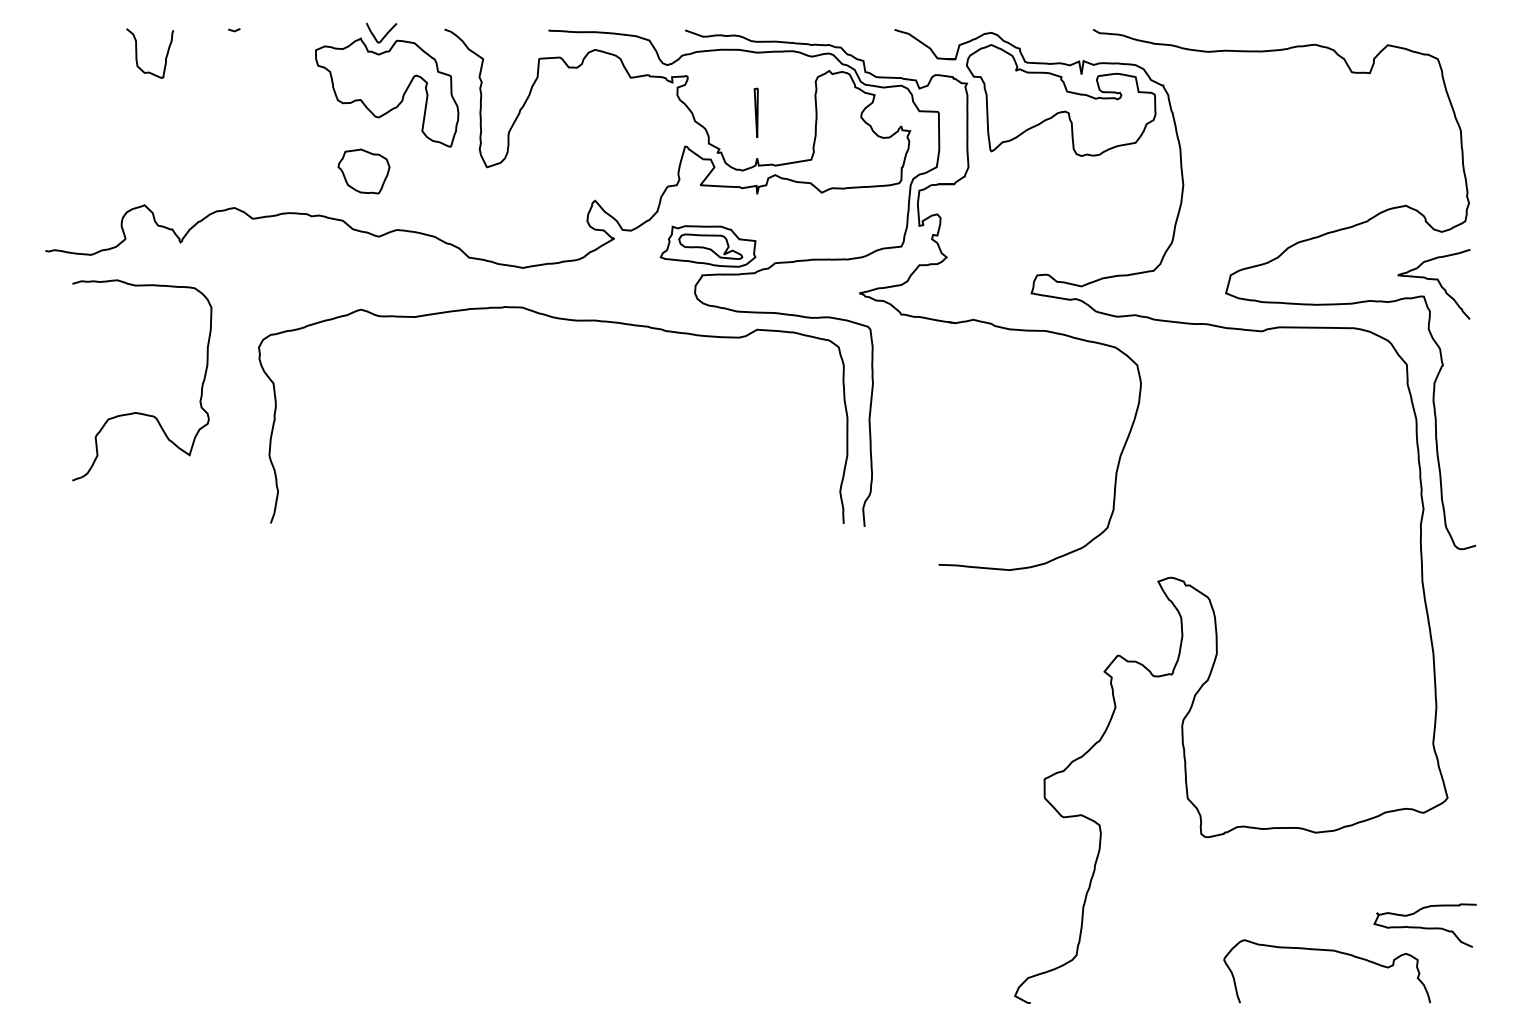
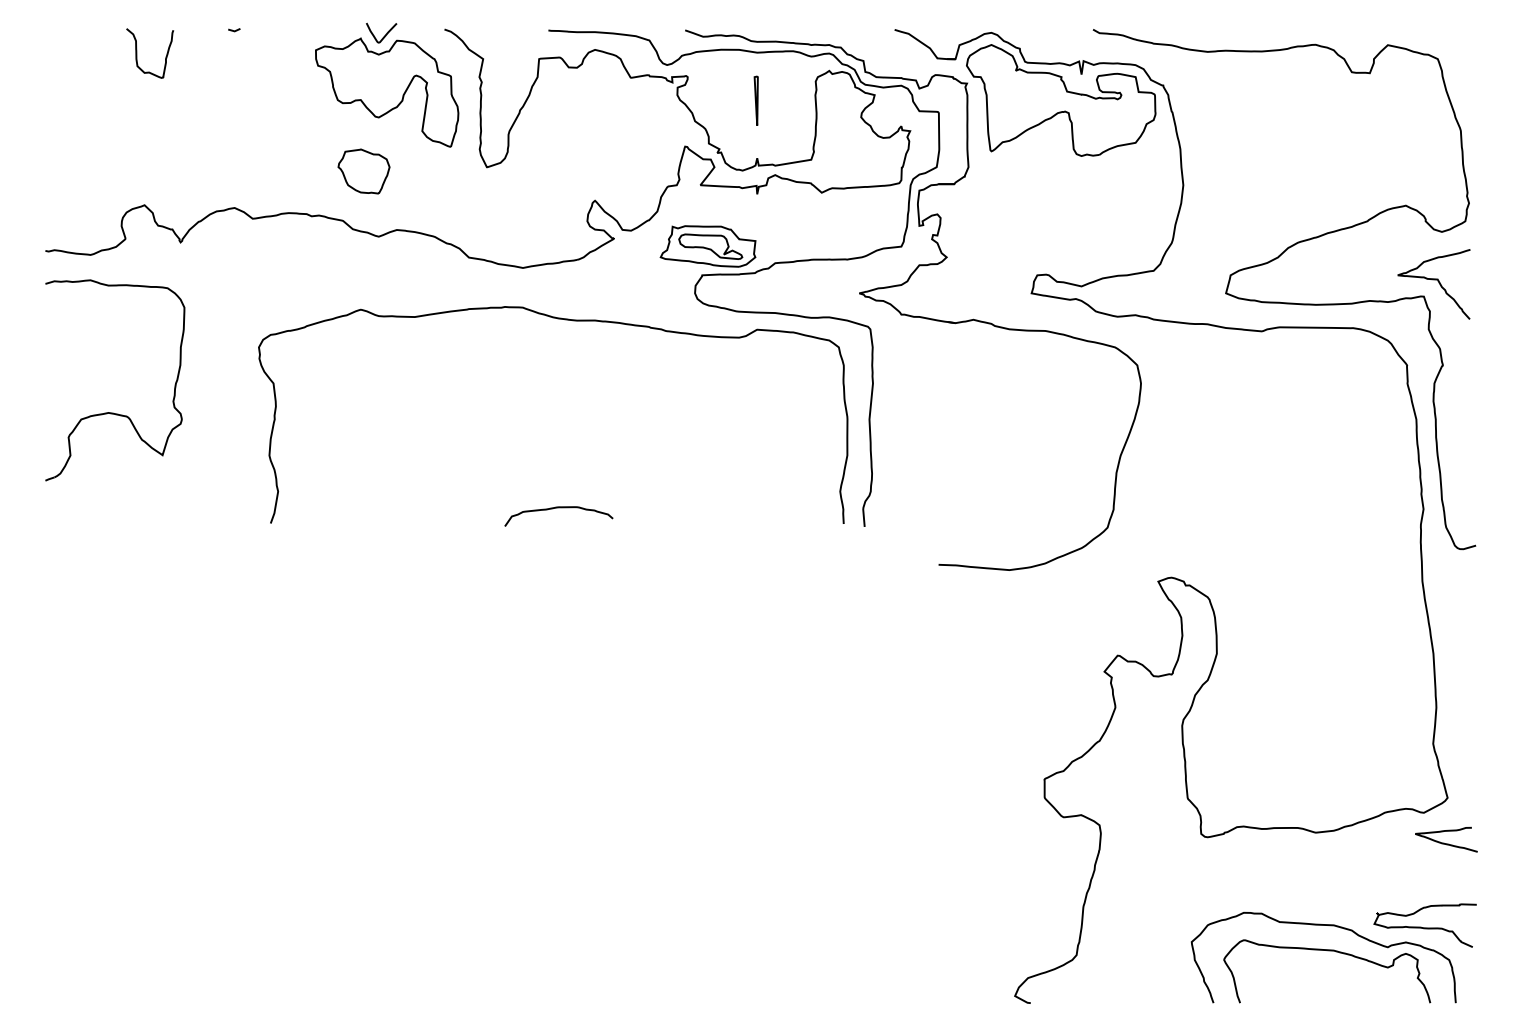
part at (755, 112) position: (755, 112) -> (755, 100)
part at (140, 412) position: (140, 412) -> (113, 412)
curve at (558, 508): none -> present
curve at (1444, 842): none -> present
curve at (1329, 926): none -> present
